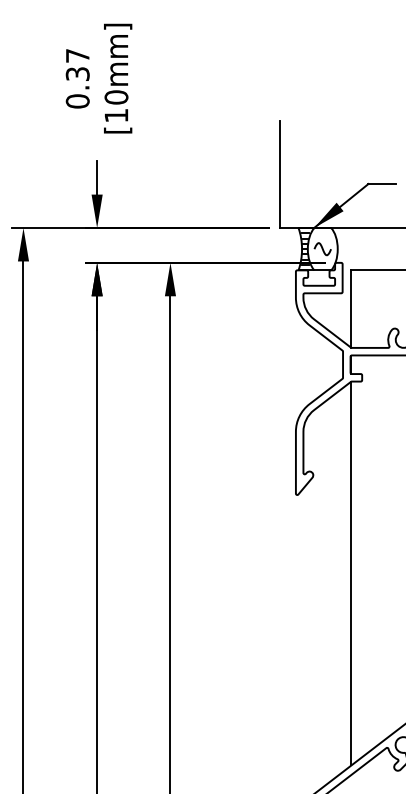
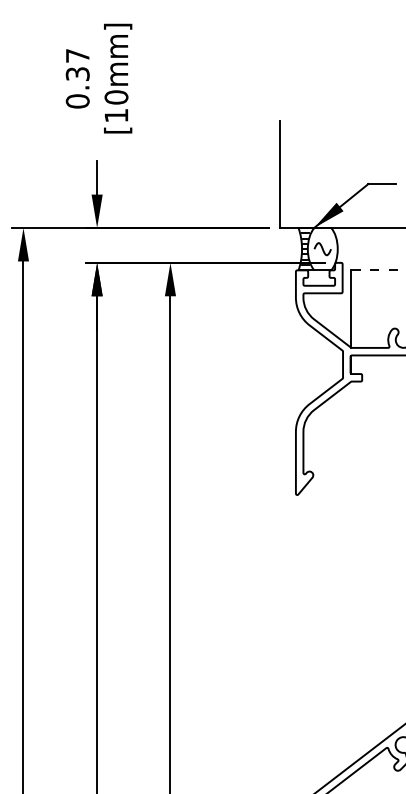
line at (378, 270): solid -> dashed
line at (351, 573): present -> none
